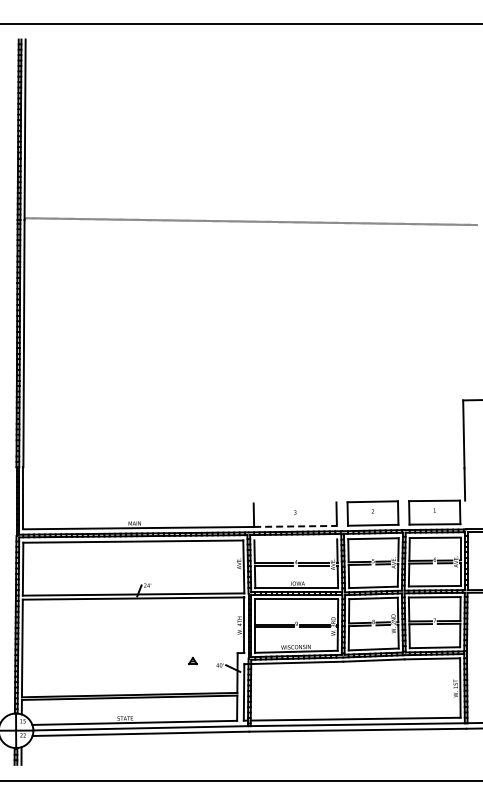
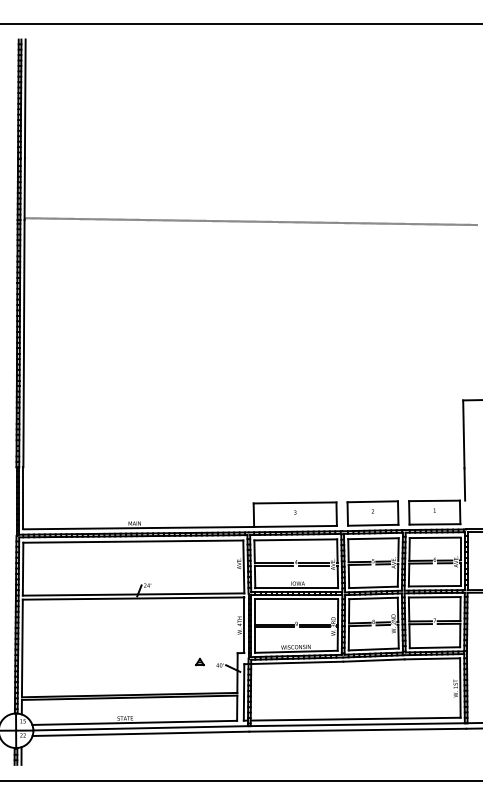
line at (294, 502): none -> present
line at (296, 526): dashed -> solid
line at (295, 539): none -> present
part at (192, 661) position: (192, 661) -> (199, 662)
